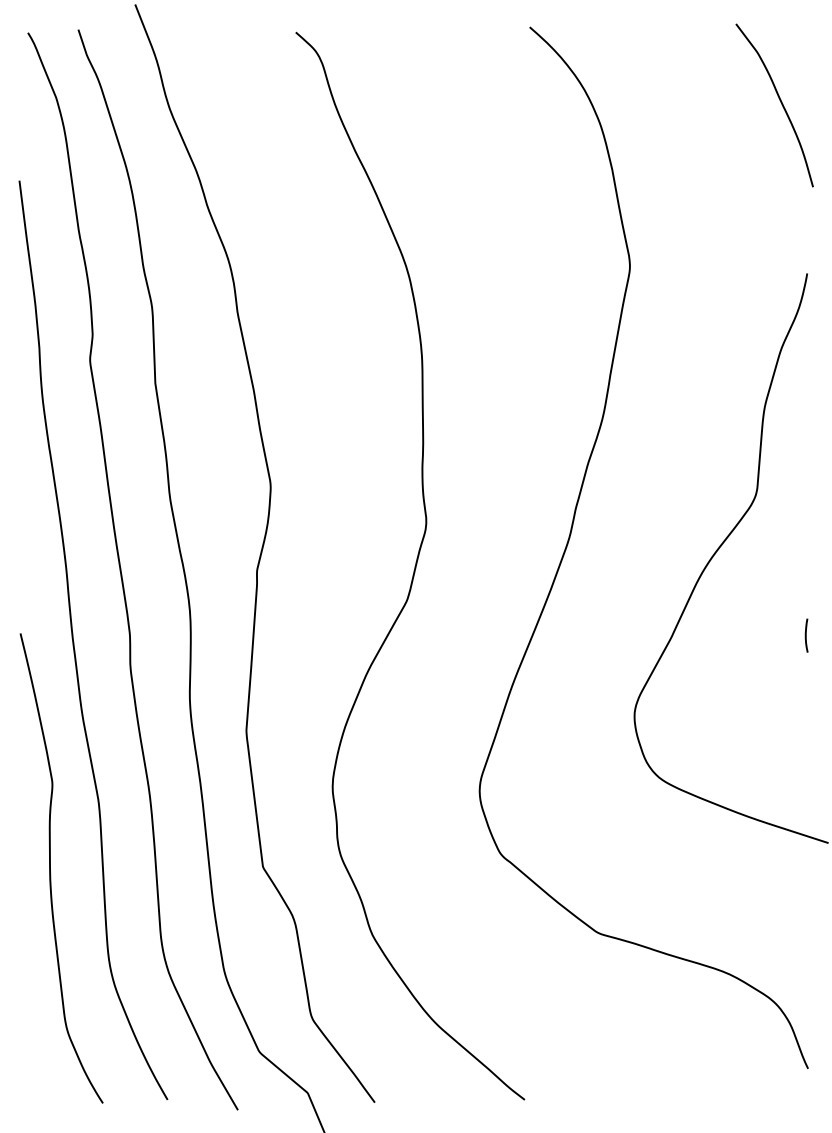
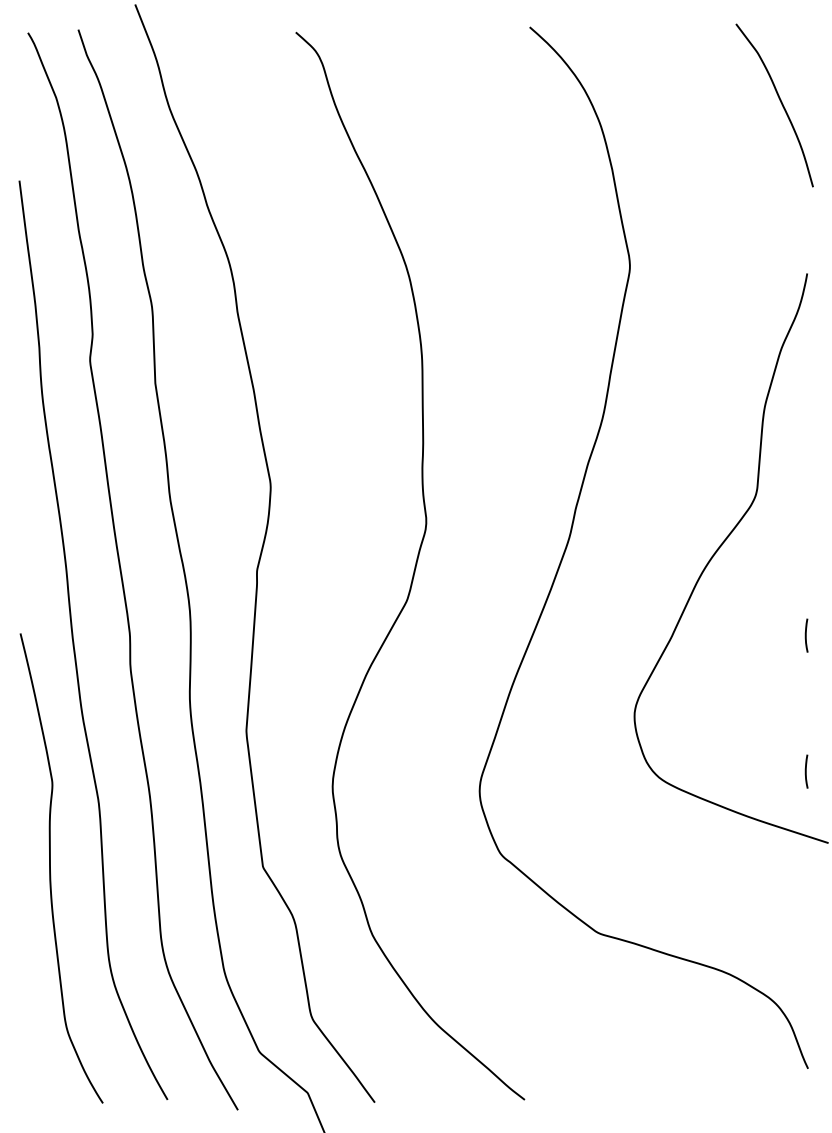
curve at (806, 771): none -> present
